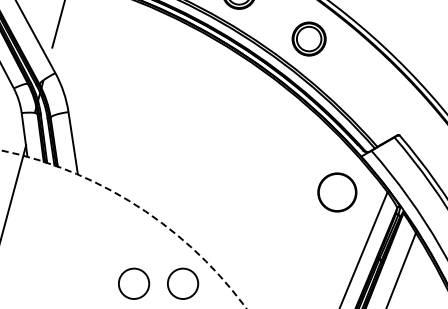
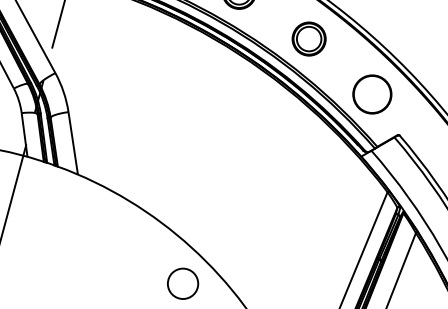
circle at (337, 192) position: (337, 192) -> (372, 94)
circle at (123, 229): dashed -> solid
circle at (134, 283): present -> none
